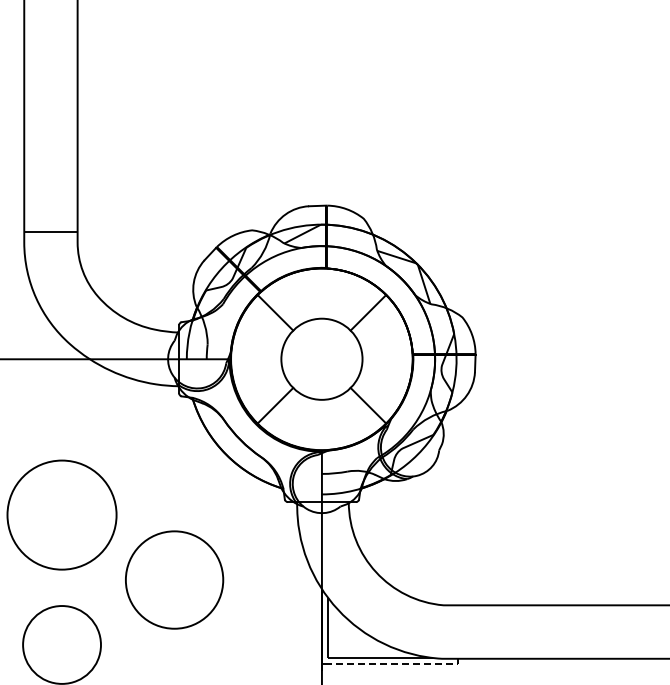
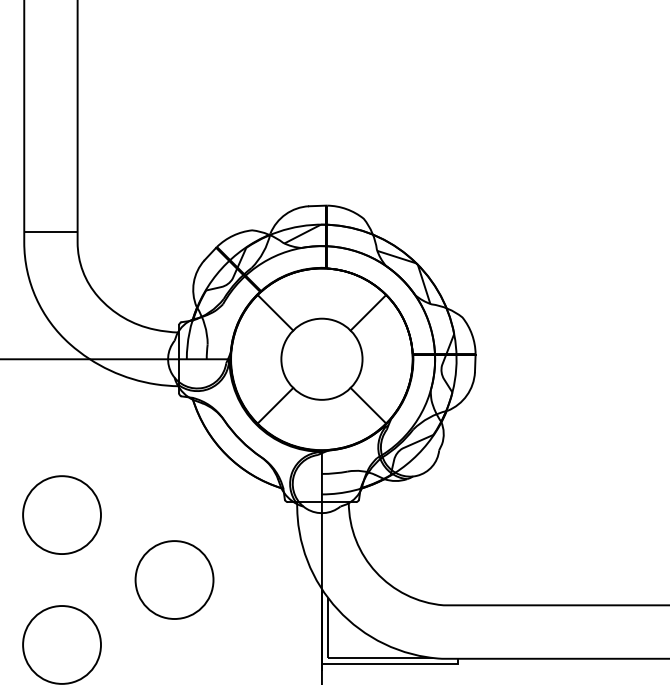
circle at (61, 514) diameter: 109 px -> 78 px
circle at (174, 579) size: 100x100 px -> 81x80 px
line at (394, 664): dashed -> solid
